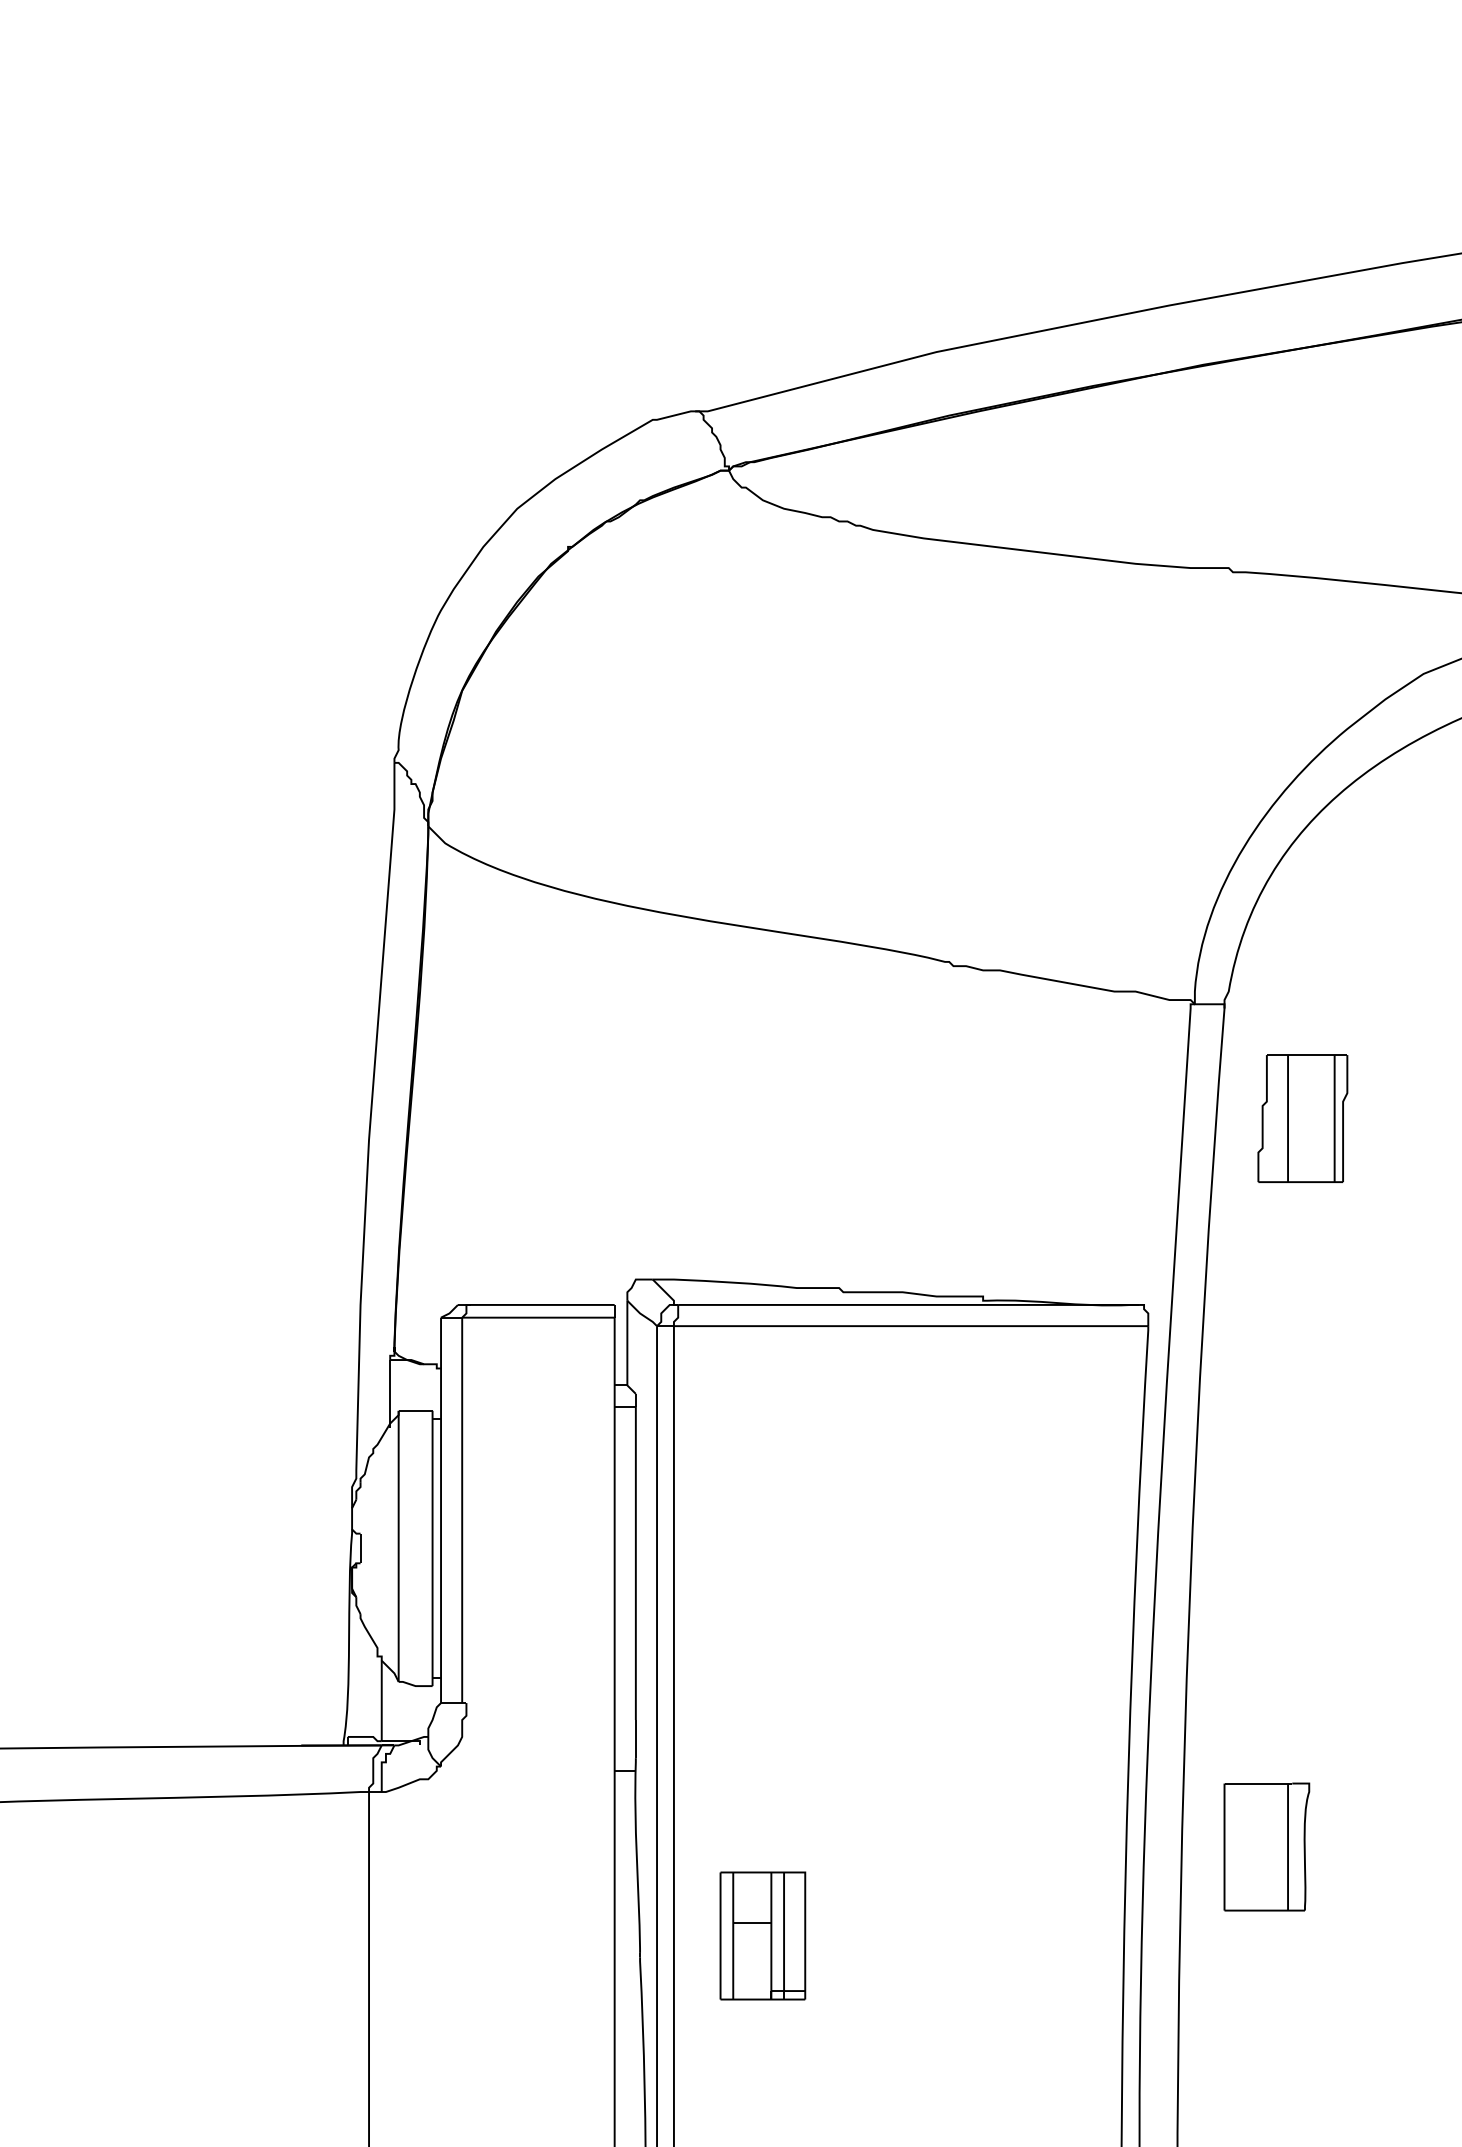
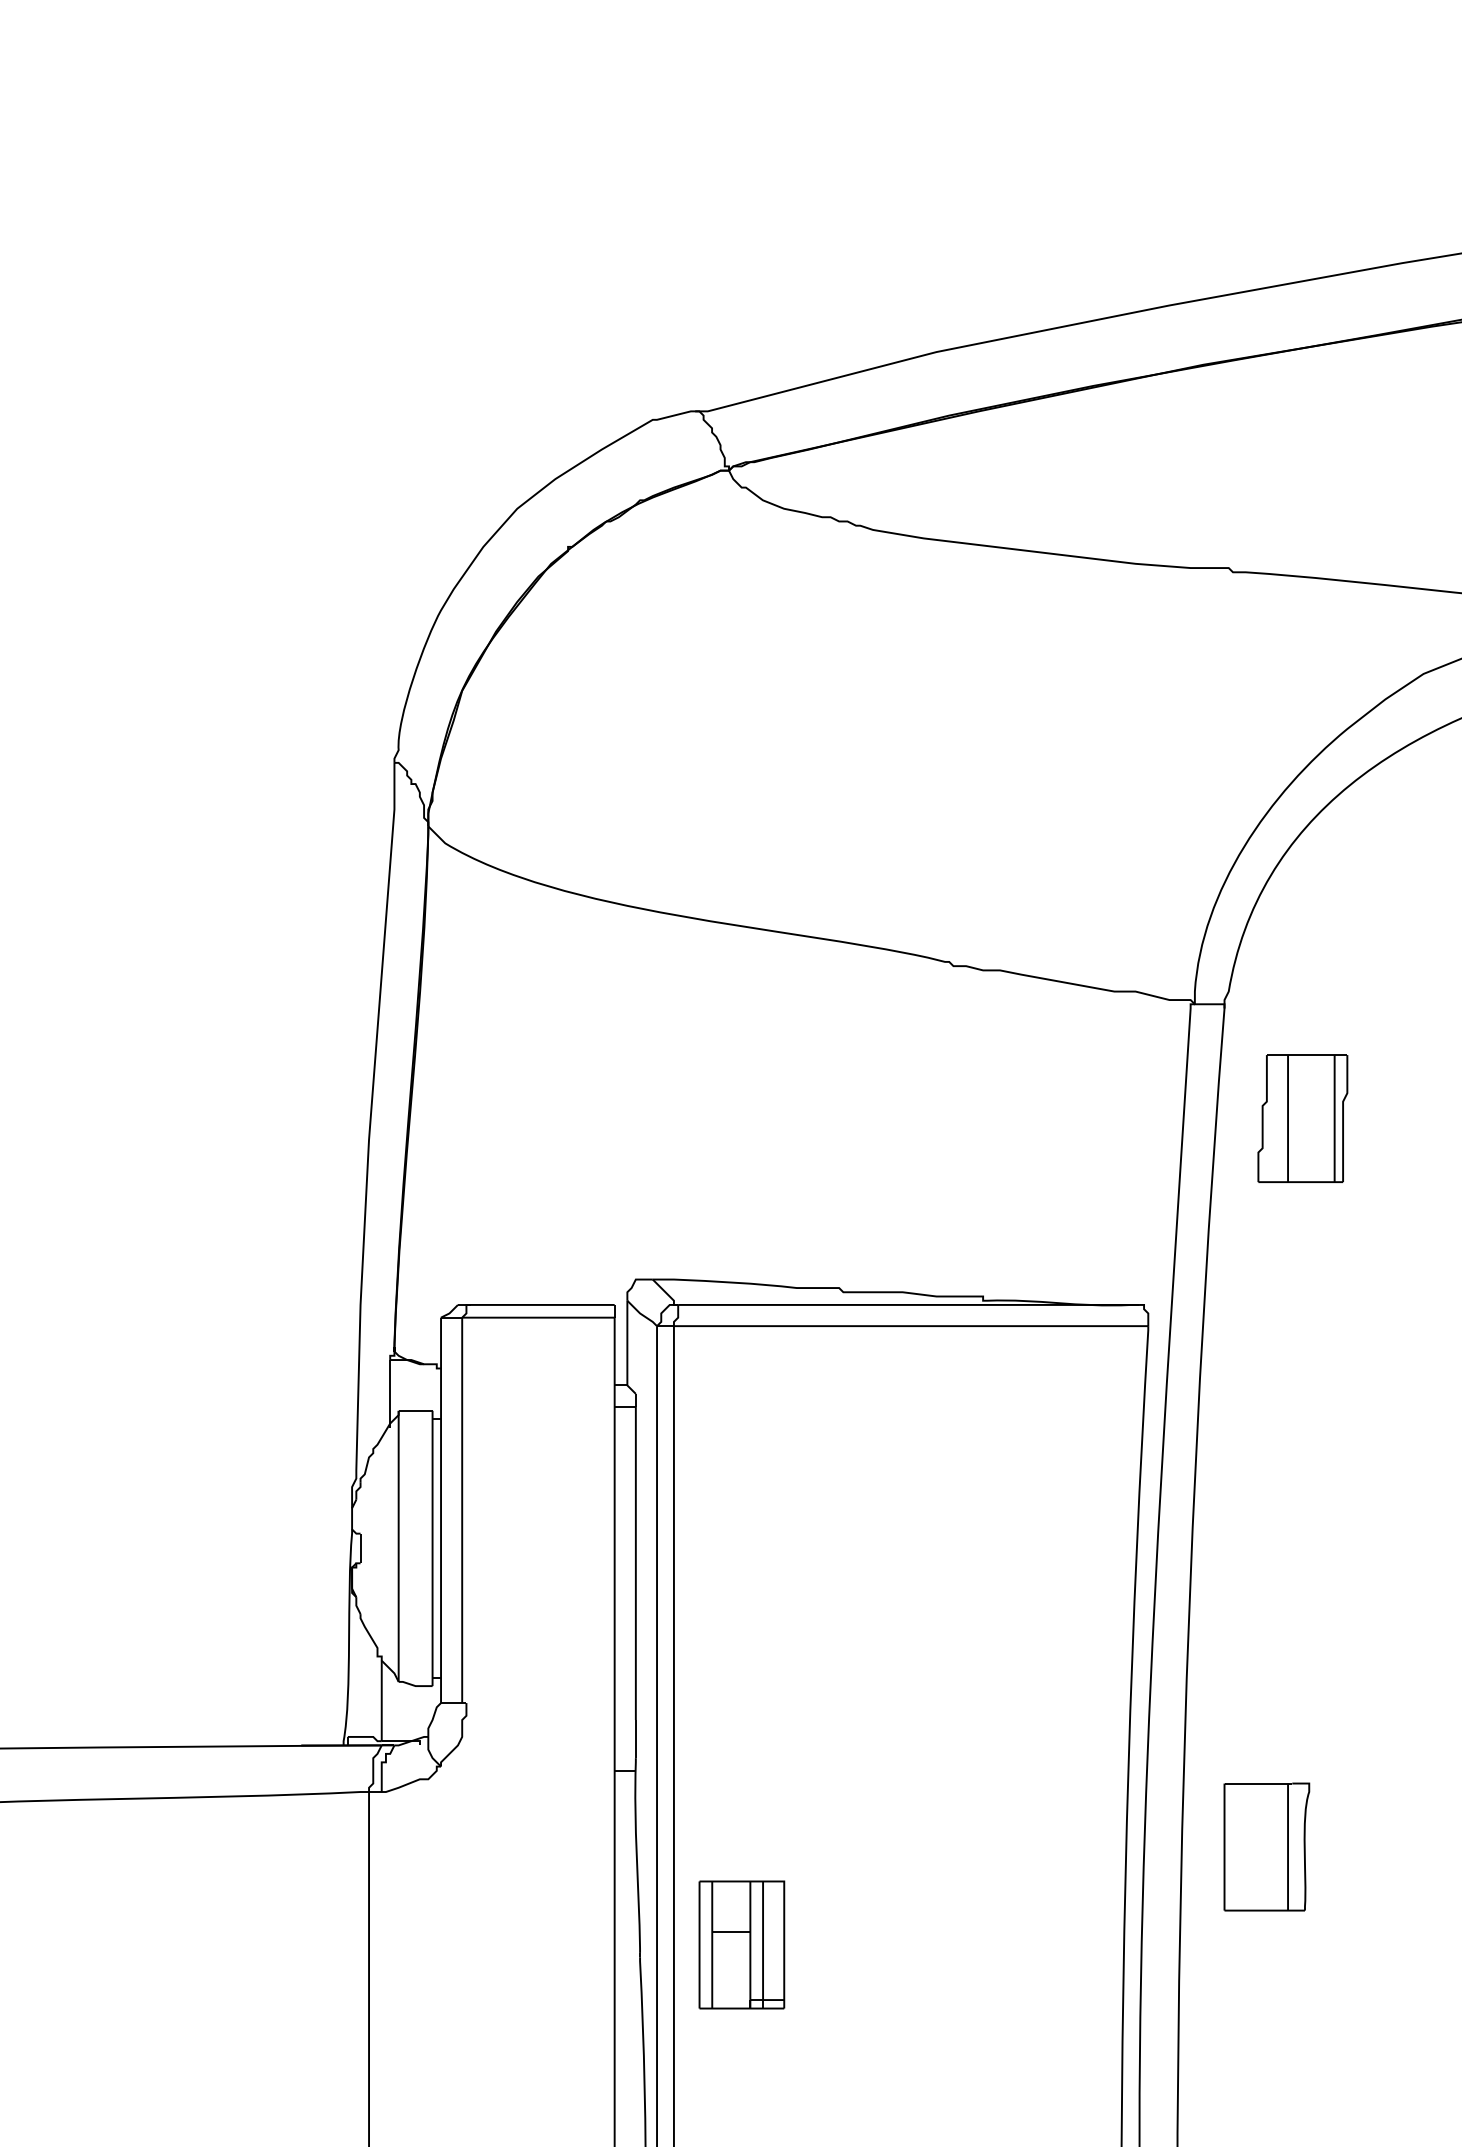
part at (762, 1935) position: (762, 1935) -> (741, 1944)
